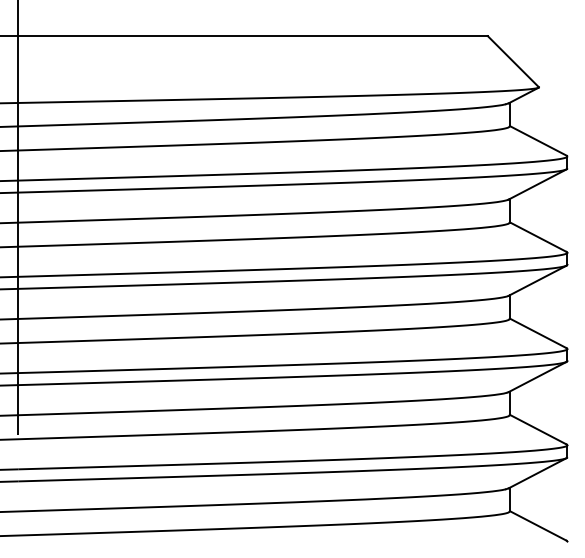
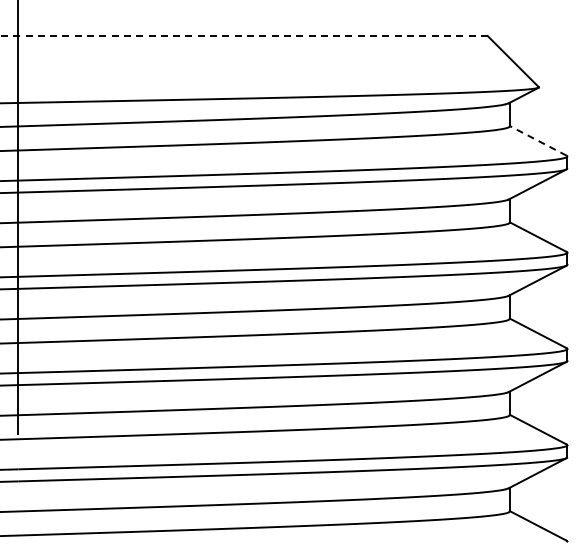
line at (244, 36): solid -> dashed
line at (537, 140): solid -> dashed
